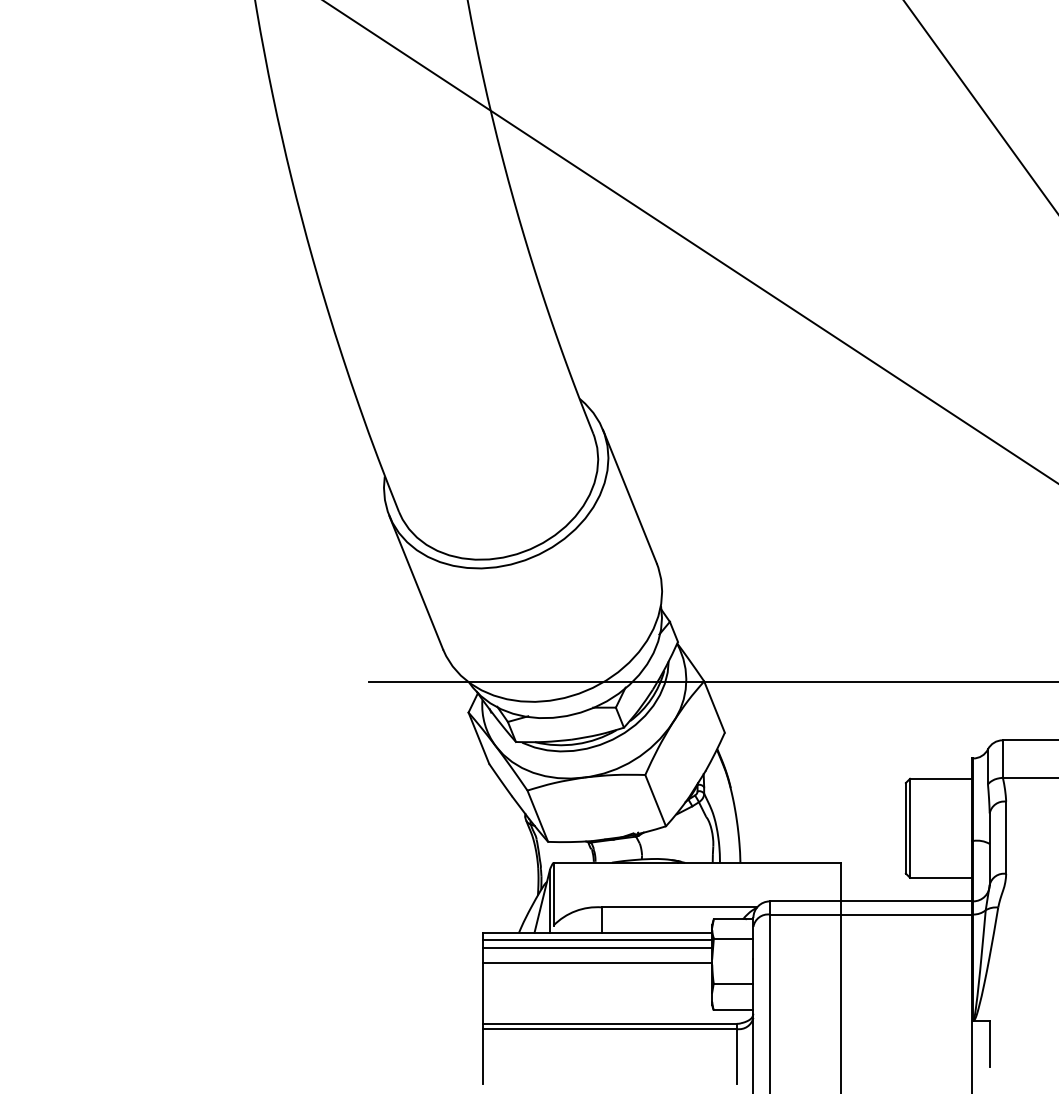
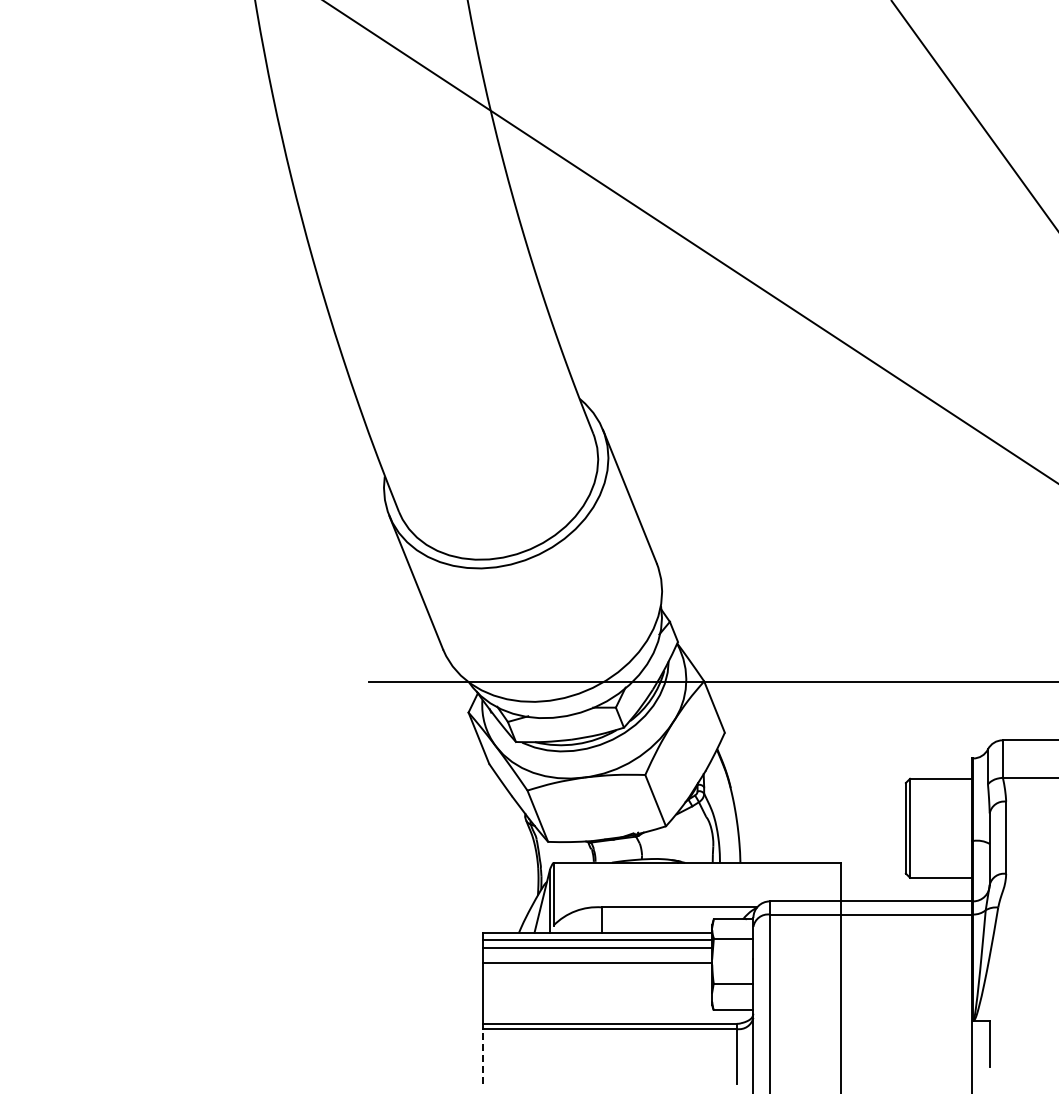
line at (979, 106) position: (979, 106) -> (973, 114)
line at (482, 1055): solid -> dashed
